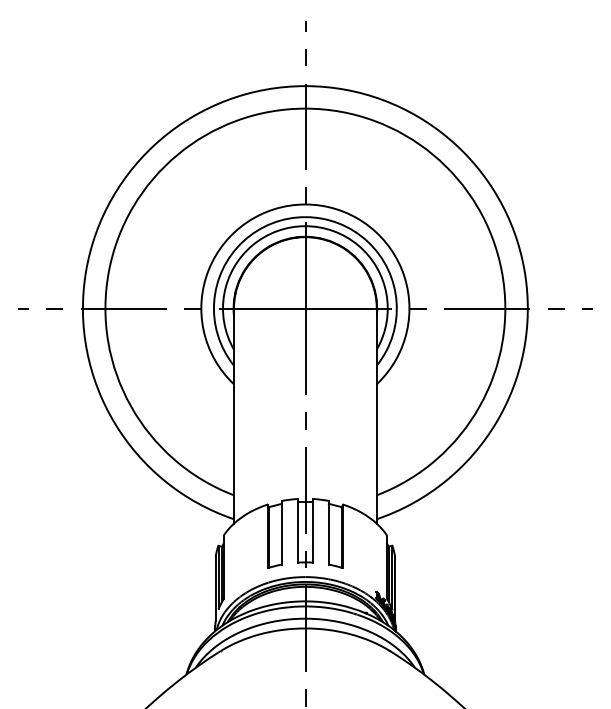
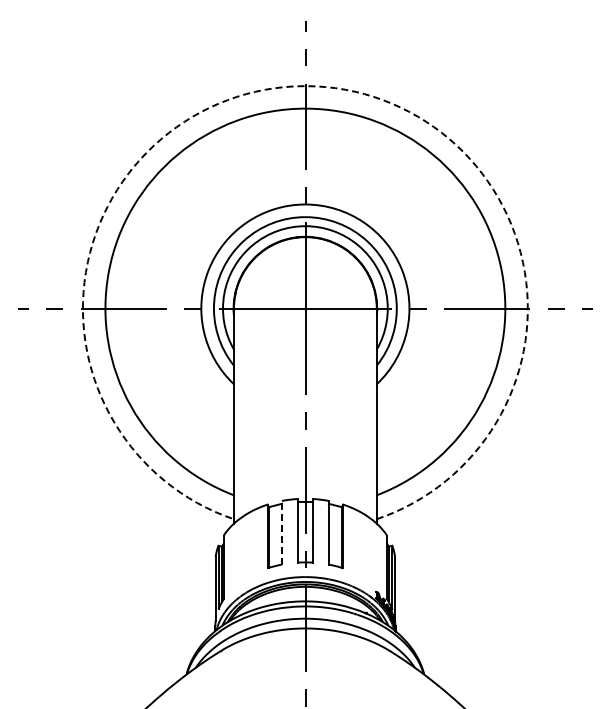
arc at (305, 86): solid -> dashed
line at (281, 532): solid -> dashed
